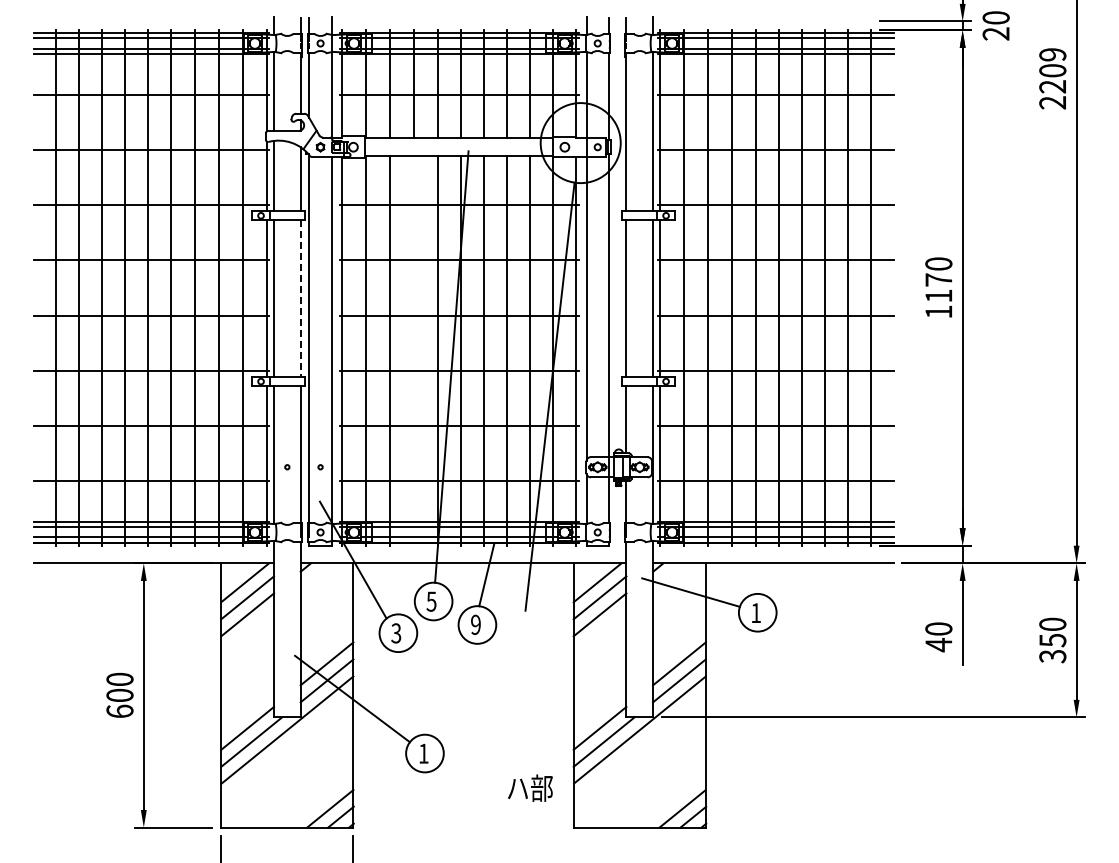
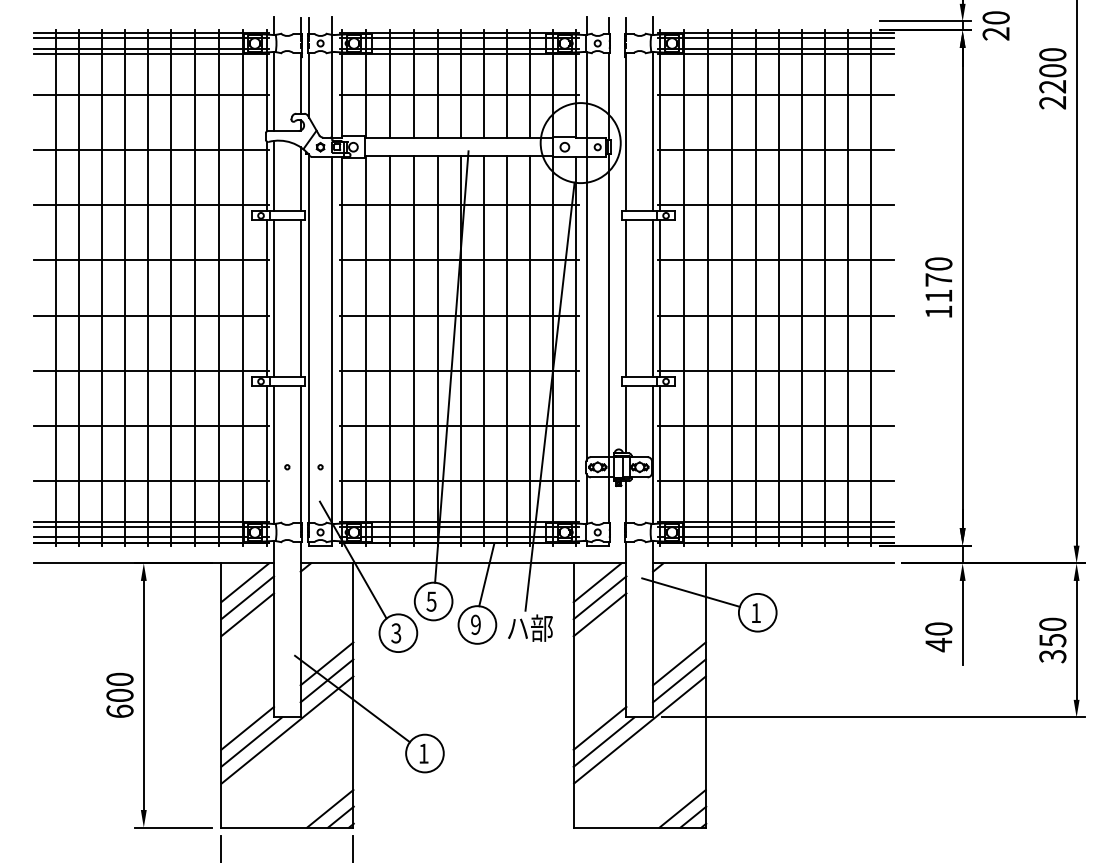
text at (1052, 54): 2209 -> 2200
line at (300, 299): dashed -> solid
line at (414, 350): none -> present
text at (530, 787) position: (530, 787) -> (530, 627)
